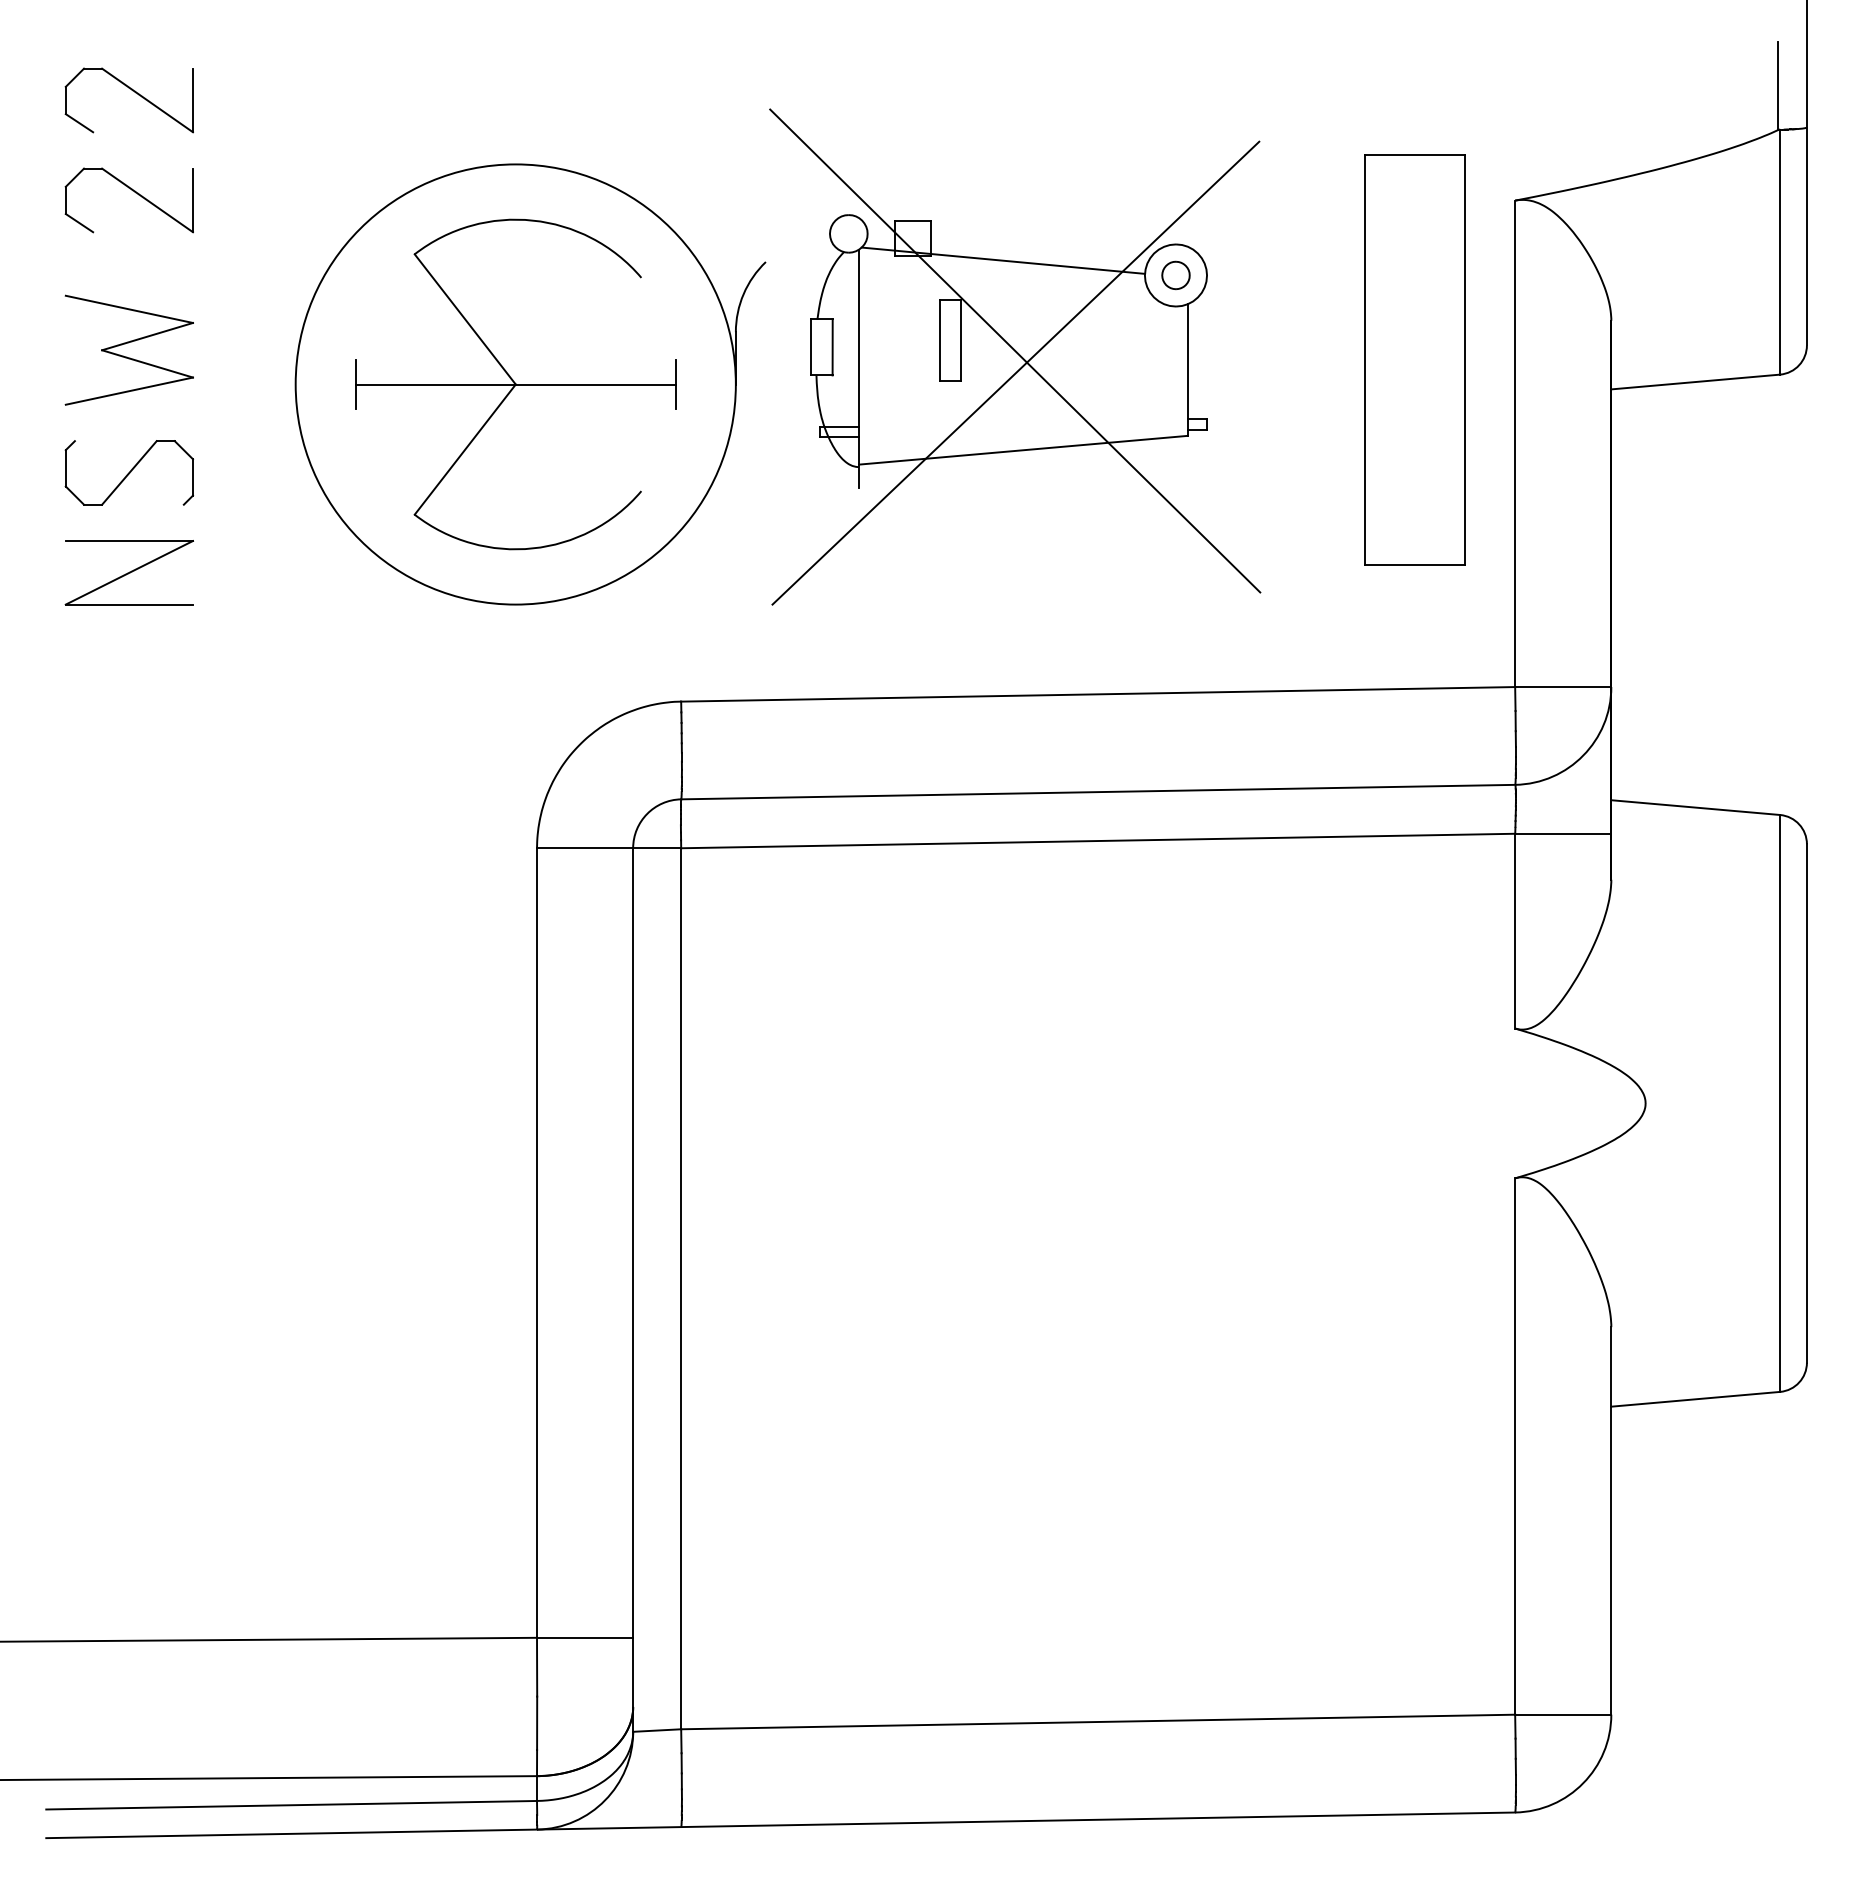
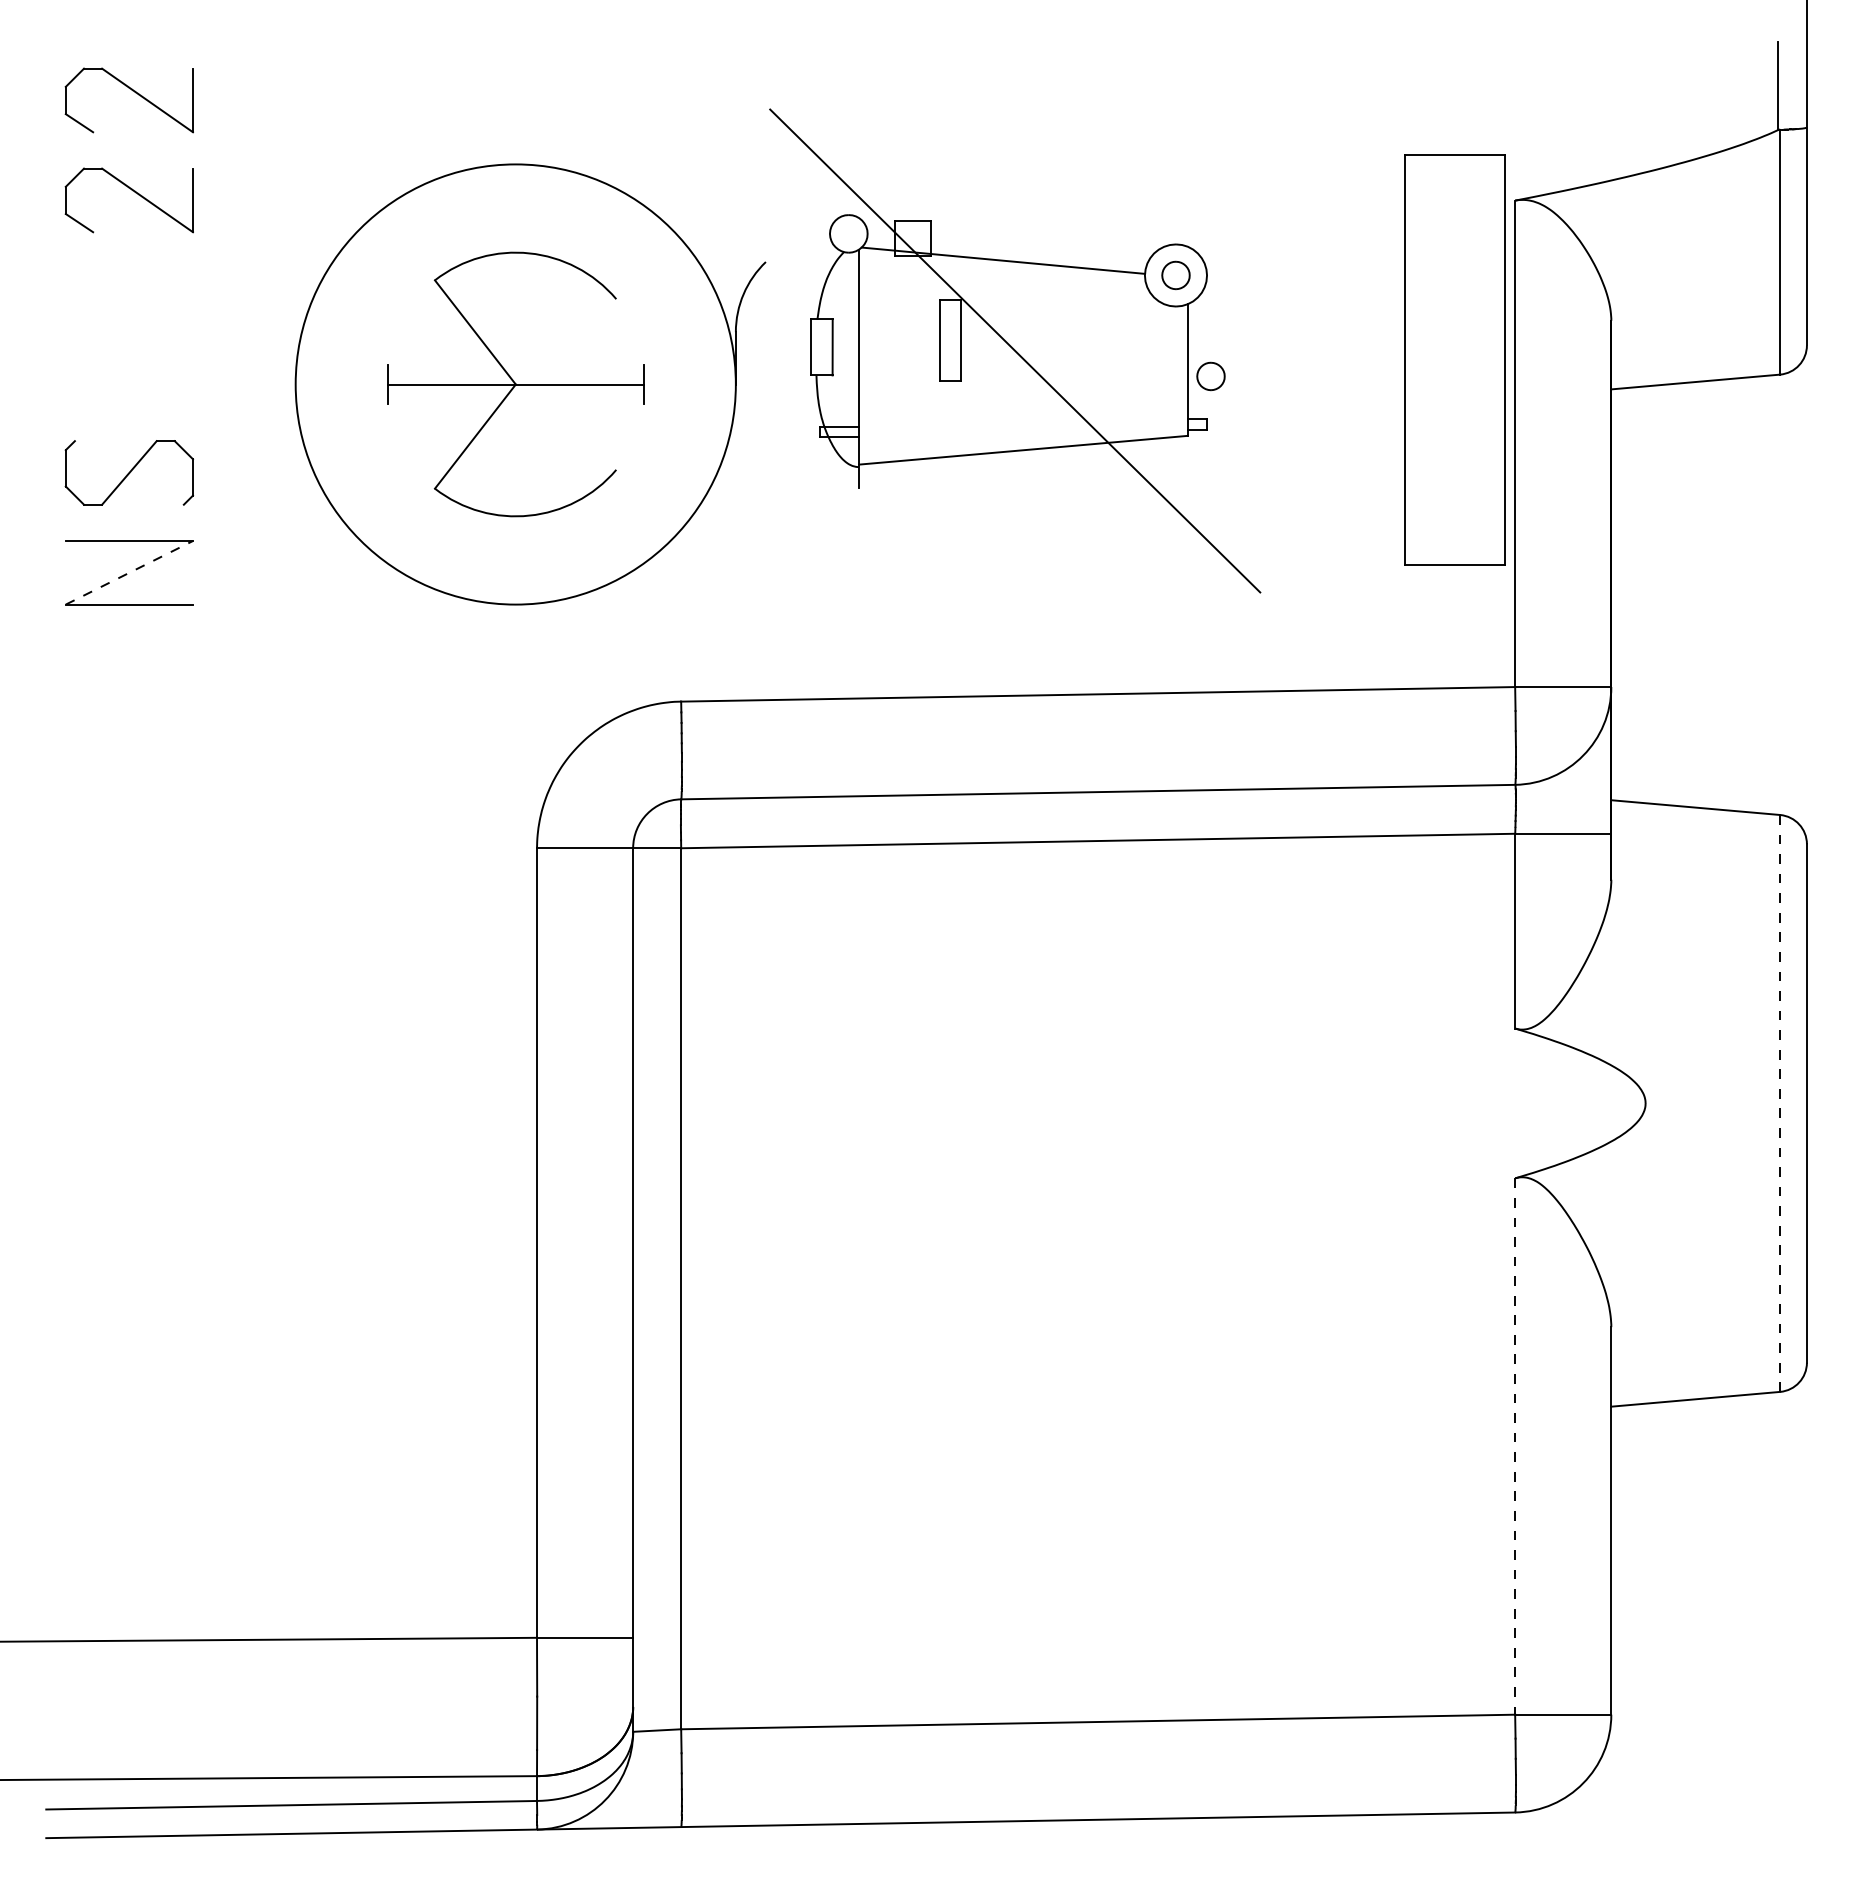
part at (128, 349): present -> none
part at (1414, 359) position: (1414, 359) -> (1454, 359)
line at (1015, 372): present -> none
part at (1210, 376): none -> present
part at (515, 384) size: 322x333 px -> 258x267 px
line at (129, 572): solid -> dashed
line at (1780, 1103): solid -> dashed
line at (1515, 1447): solid -> dashed
